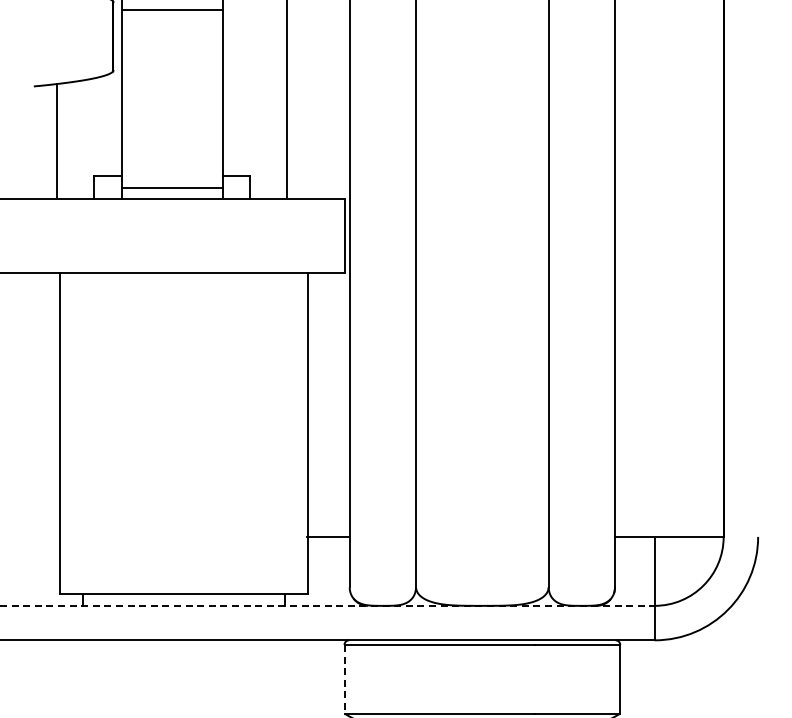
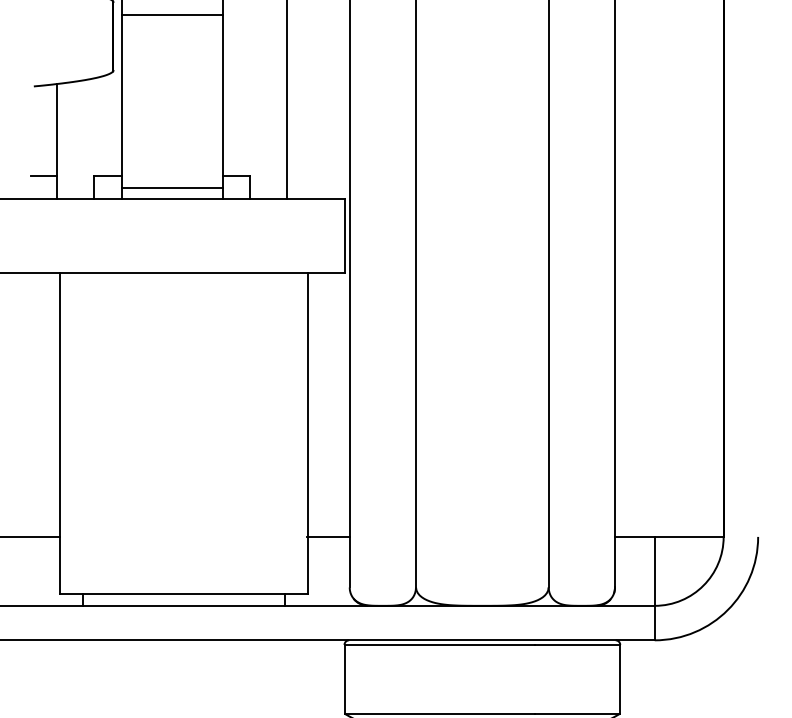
line at (171, 10) position: (171, 10) -> (171, 15)
line at (43, 176): none -> present
line at (30, 536): none -> present
line at (327, 605): dashed -> solid
line at (344, 679): dashed -> solid
